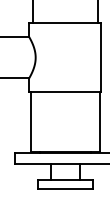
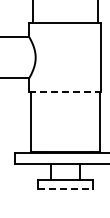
line at (65, 92): solid -> dashed
line at (65, 189): solid -> dashed
